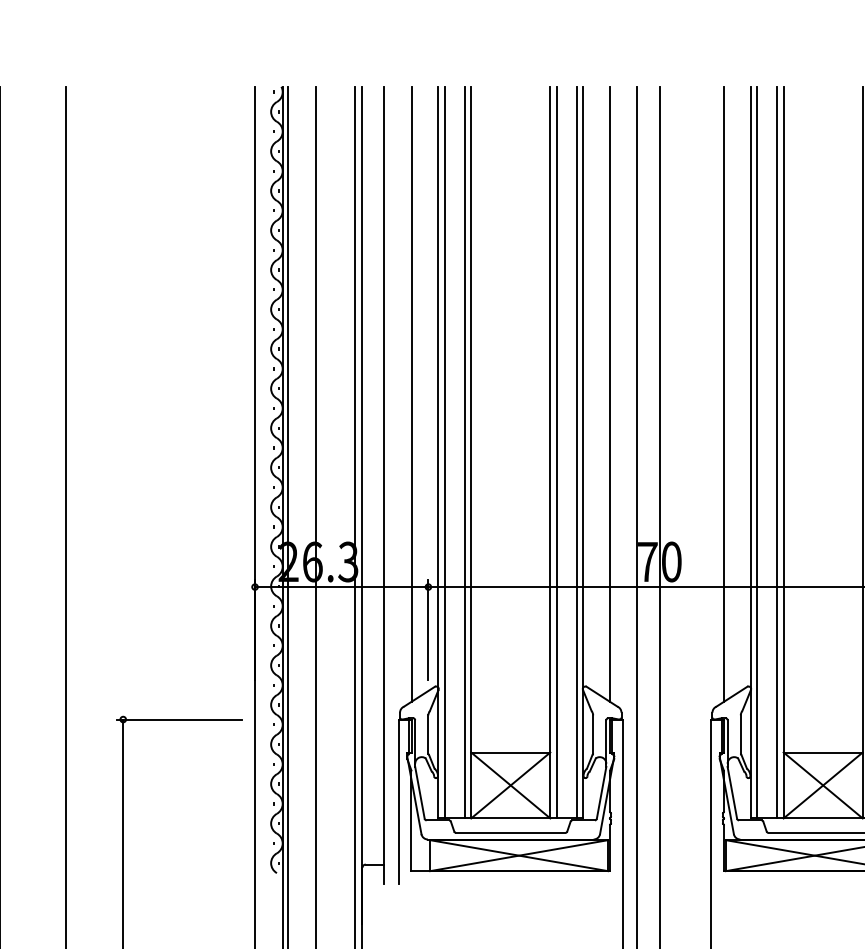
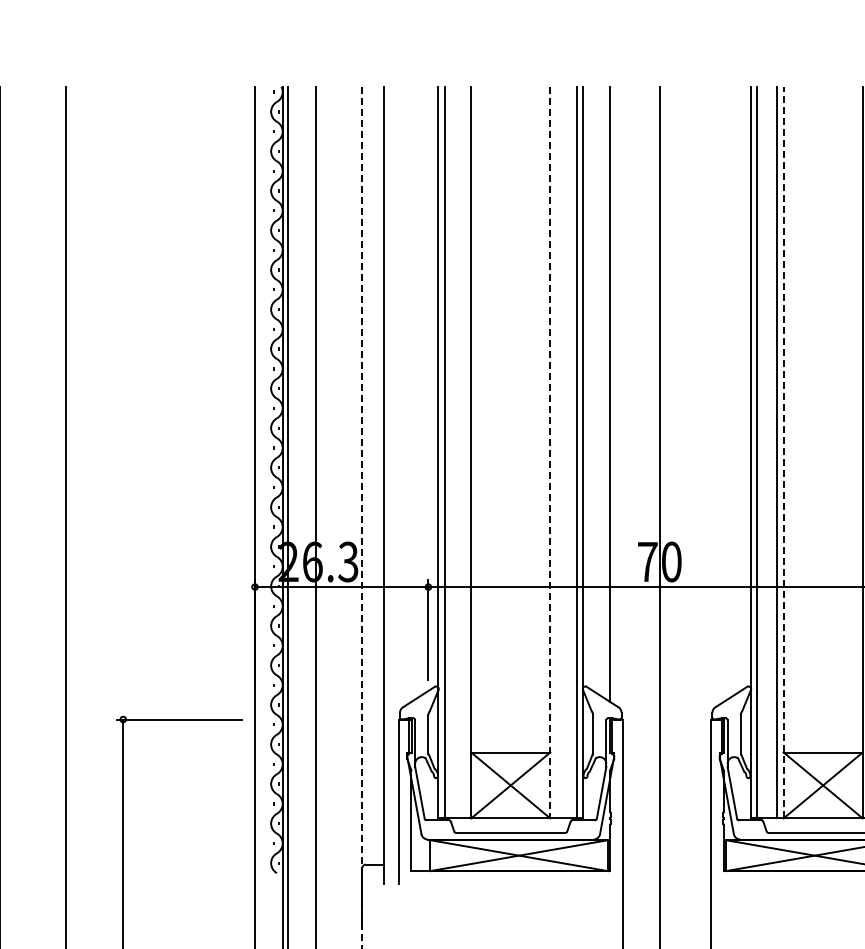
line at (411, 393): present -> none
line at (724, 393): present -> none
line at (464, 452): present -> none
line at (550, 452): solid -> dashed
line at (556, 452): present -> none
line at (783, 452): solid -> dashed
line at (354, 515): present -> none
line at (637, 515): present -> none
line at (362, 517): solid -> dashed
